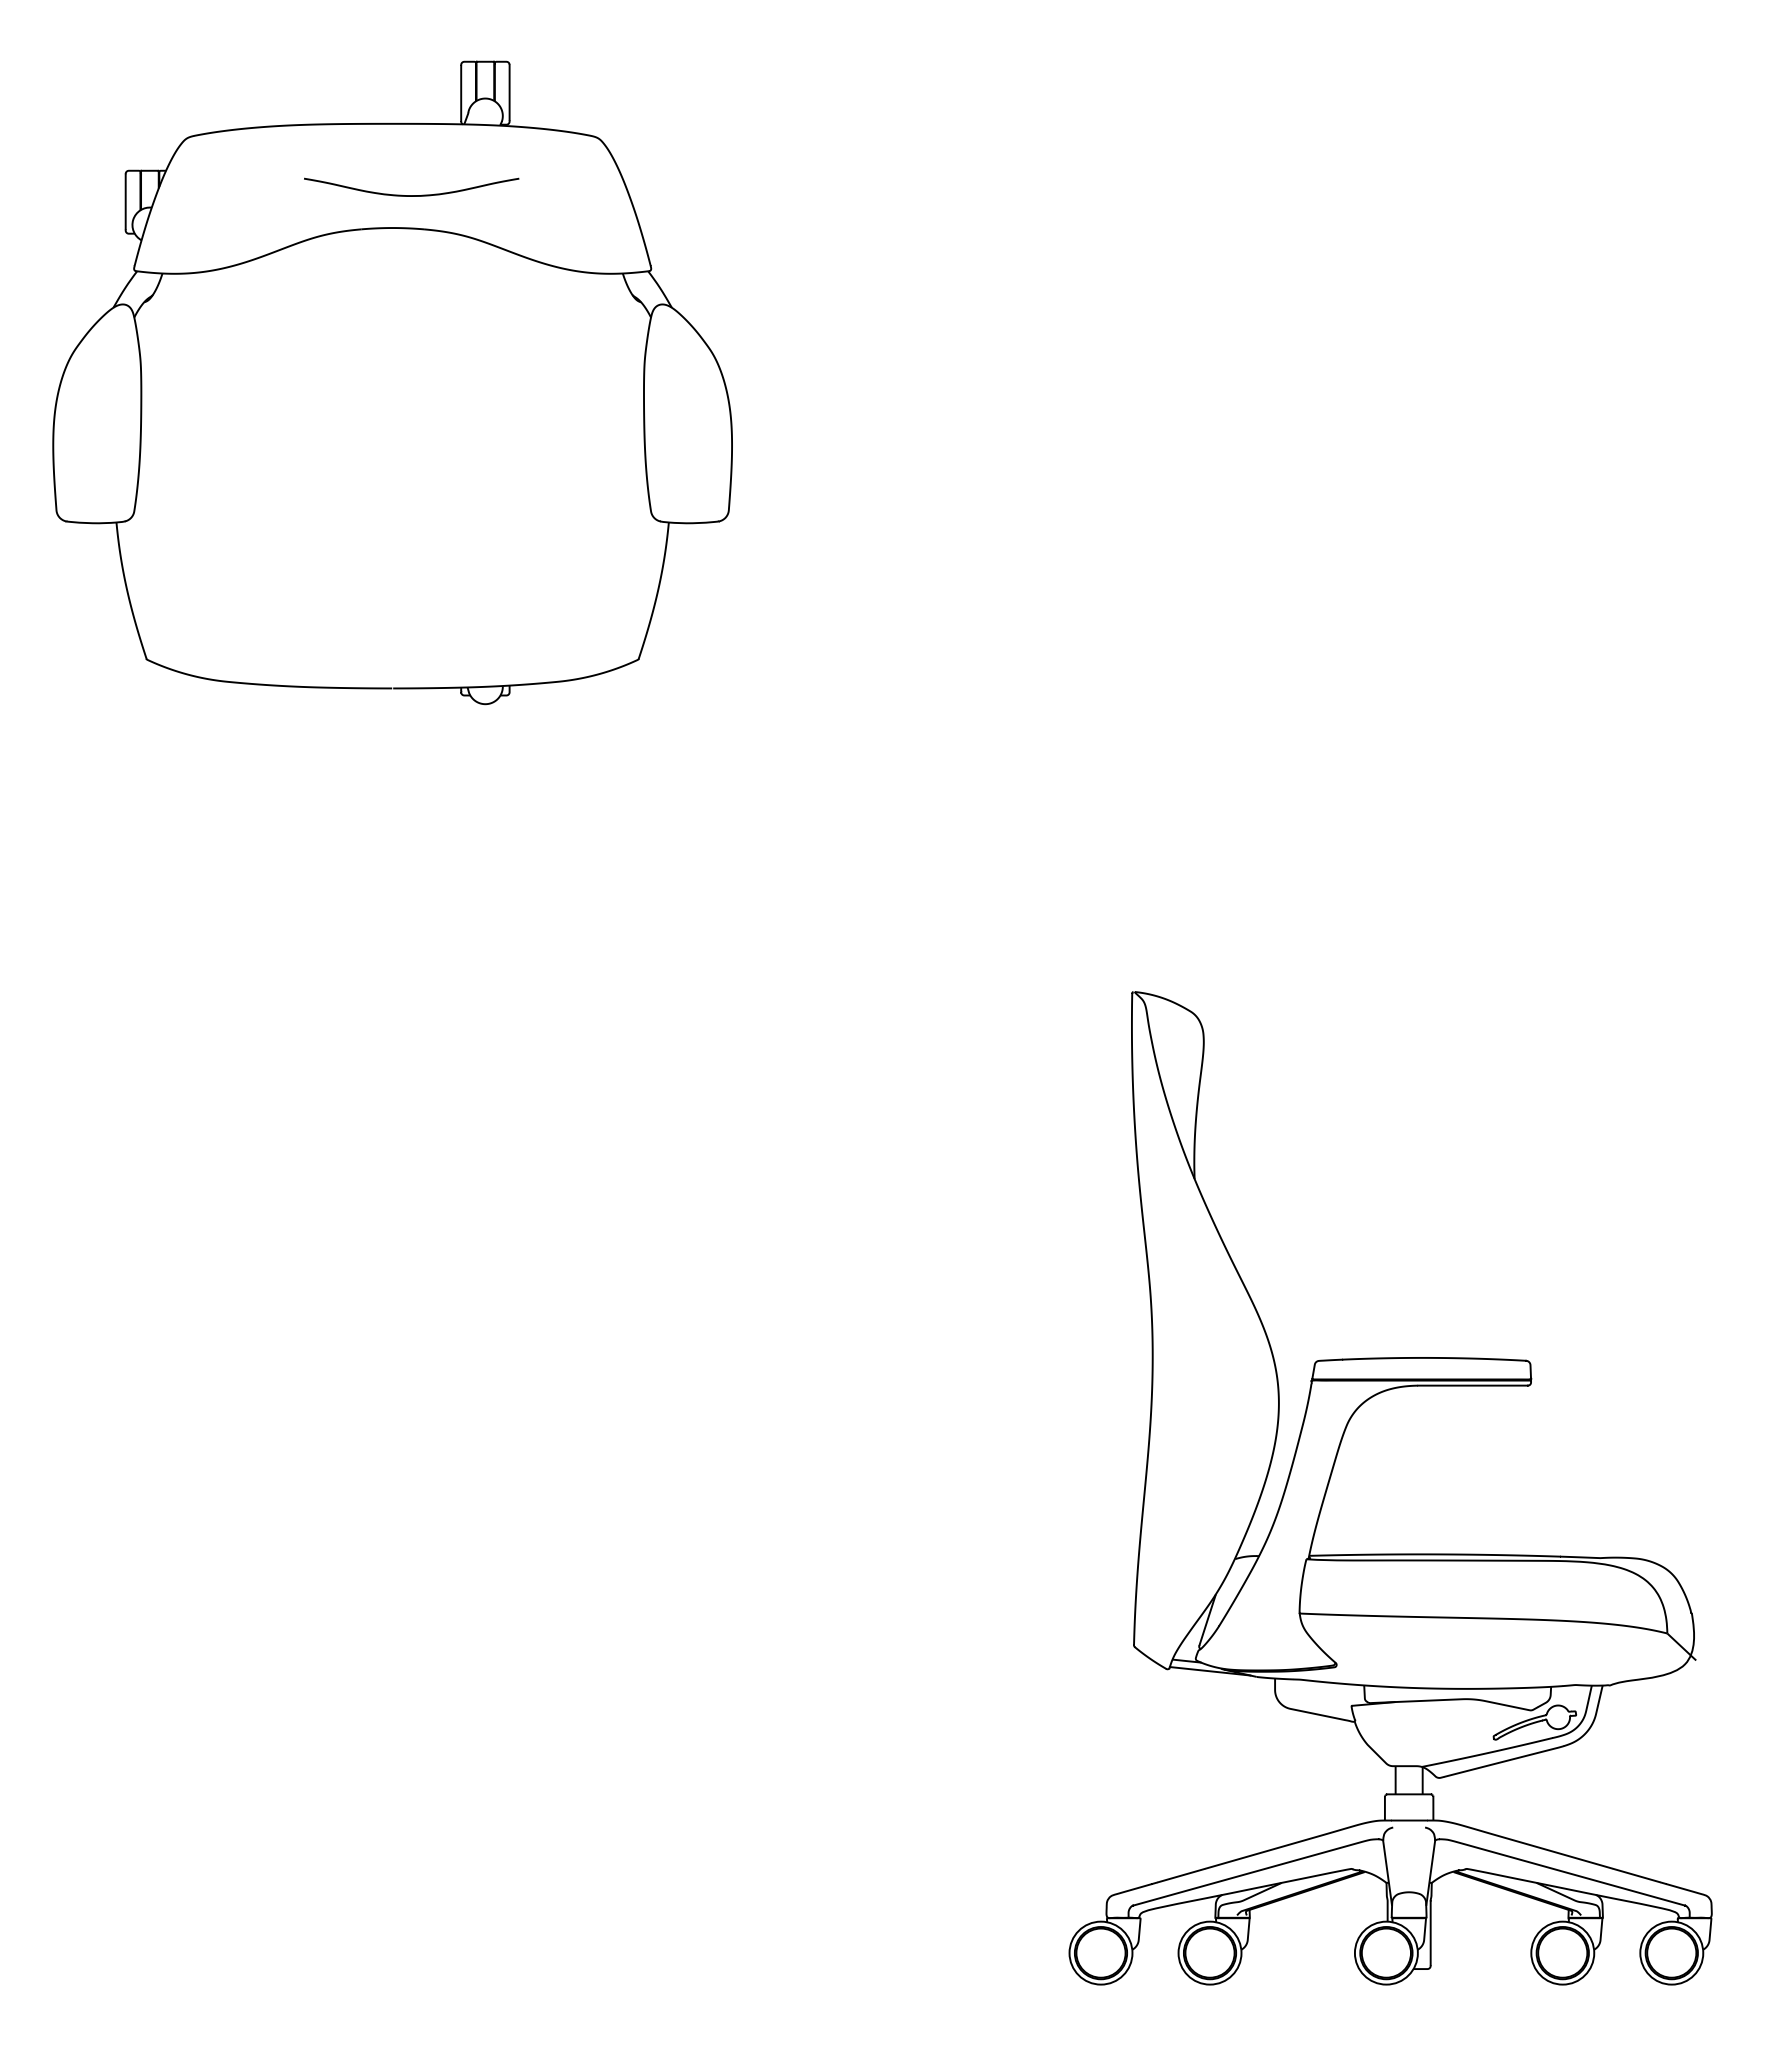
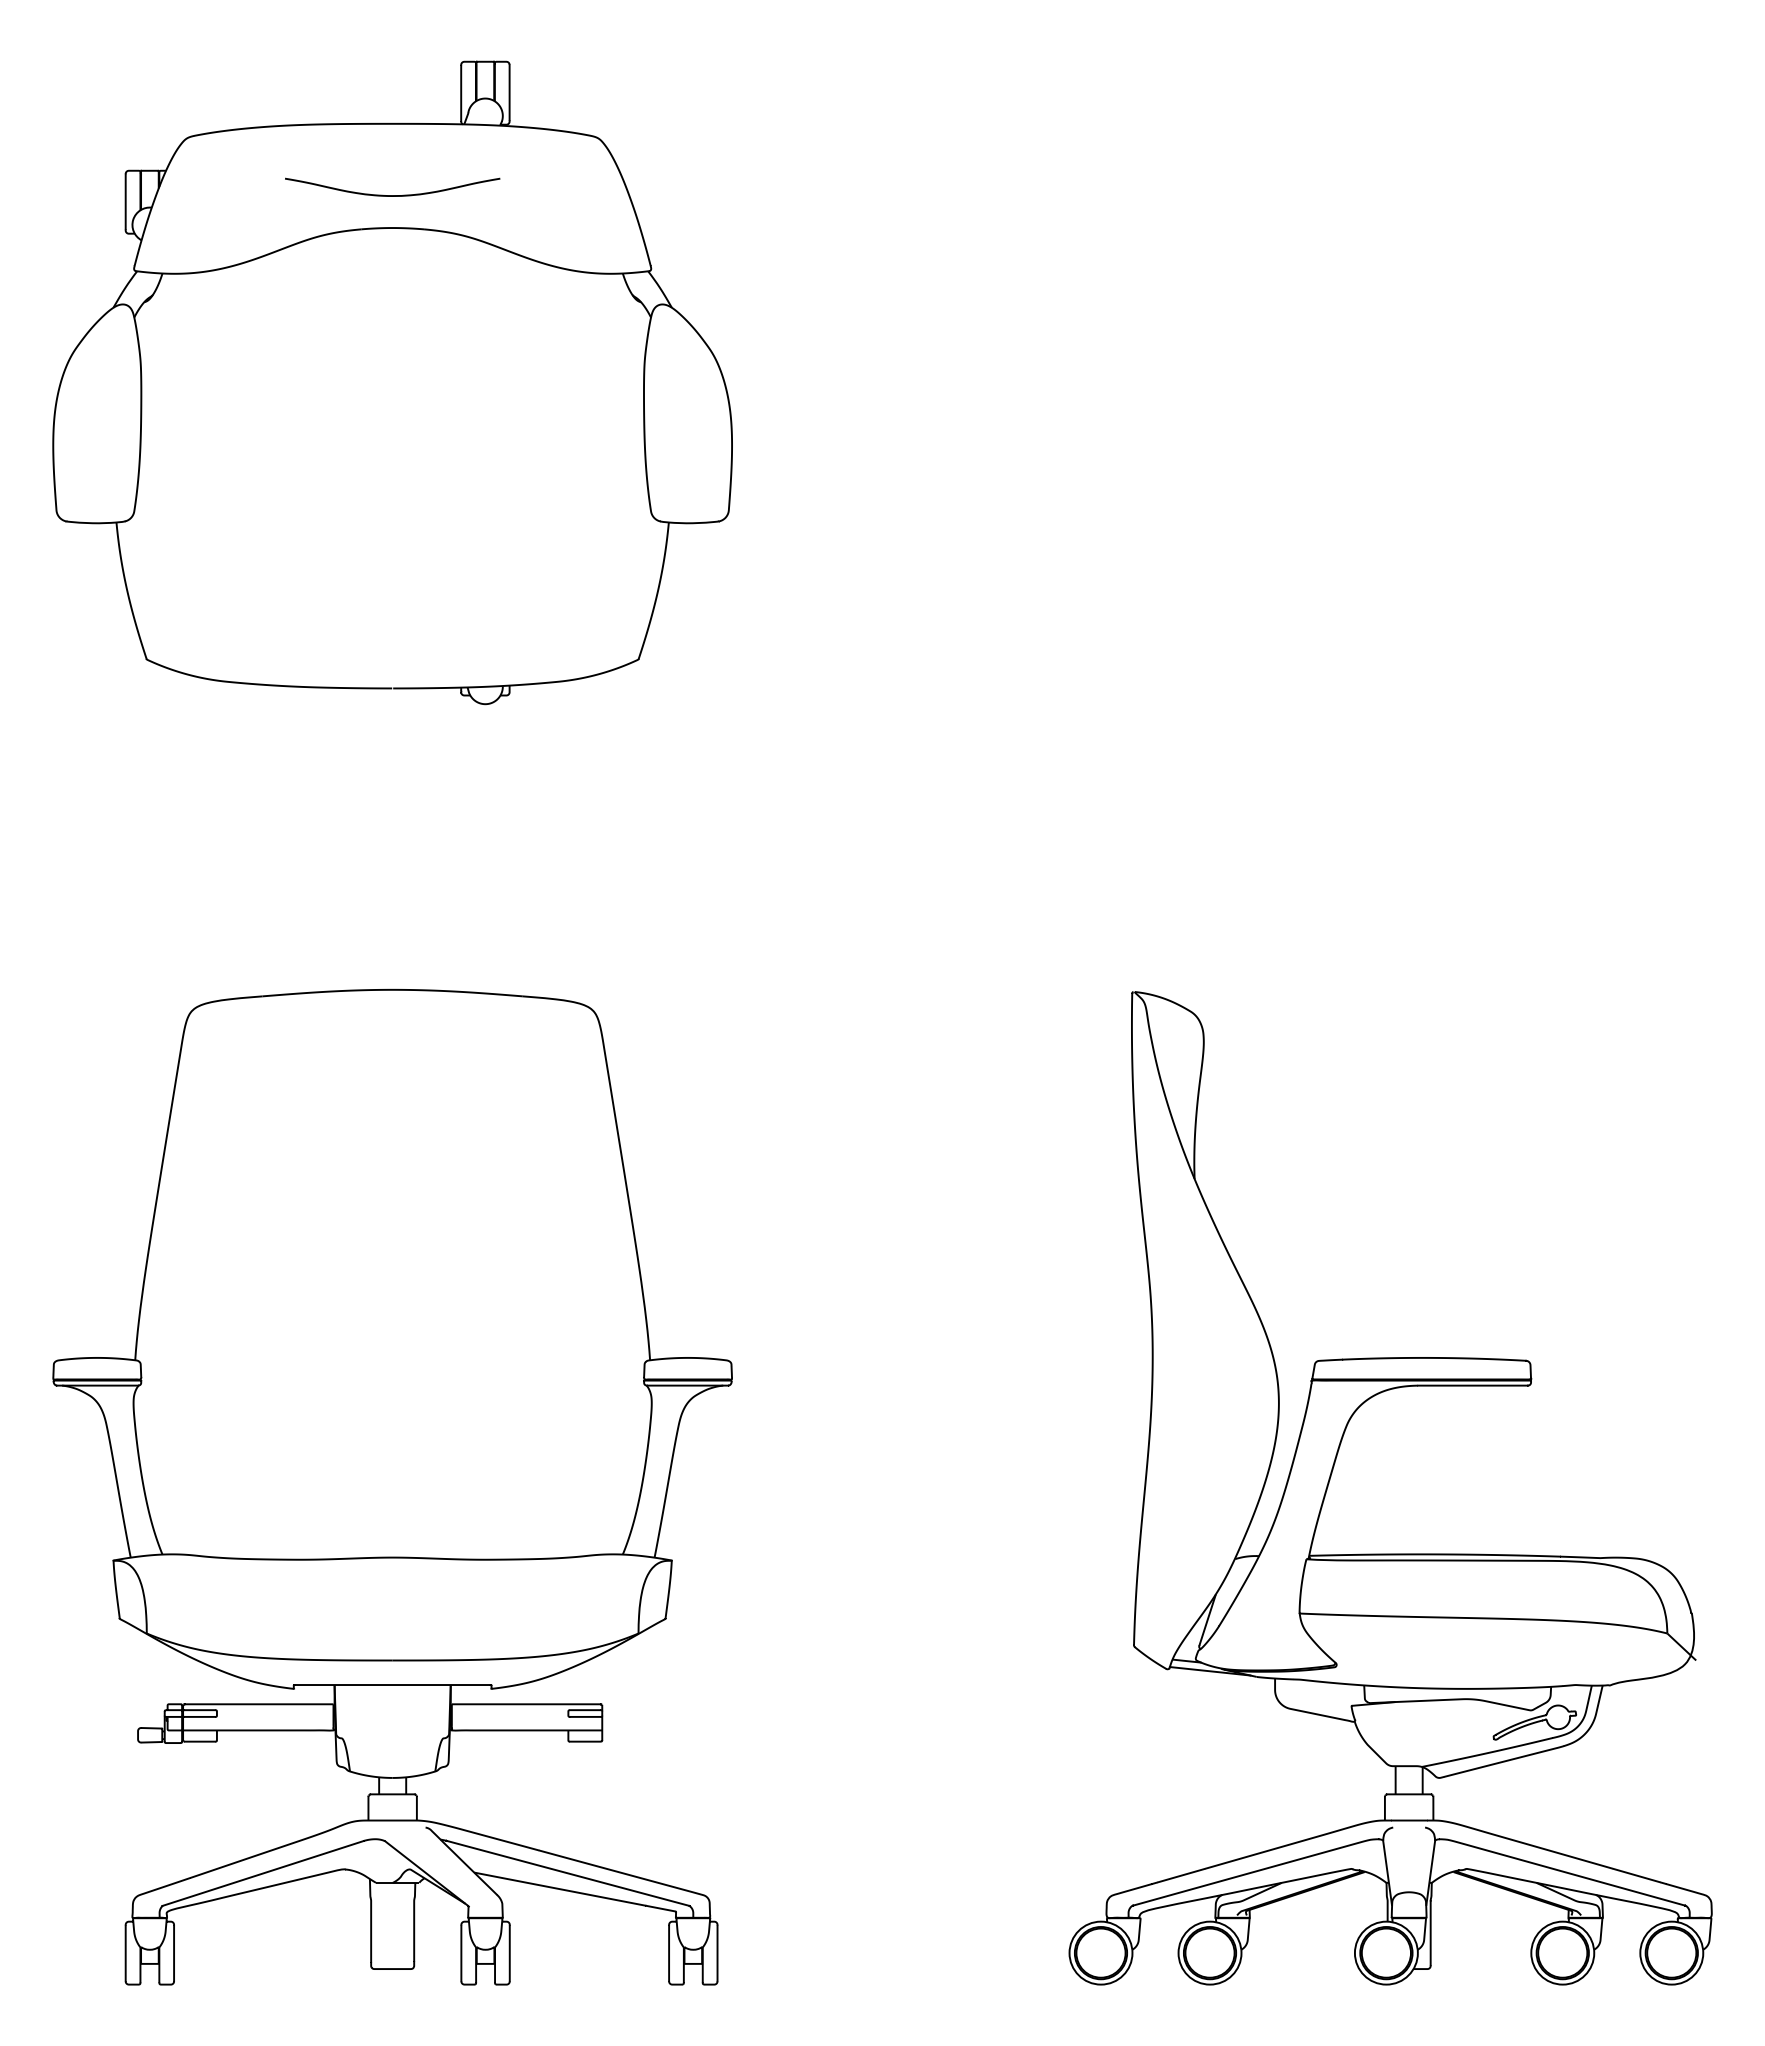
curve at (411, 195) position: (411, 195) -> (392, 195)
part at (392, 1486): none -> present
